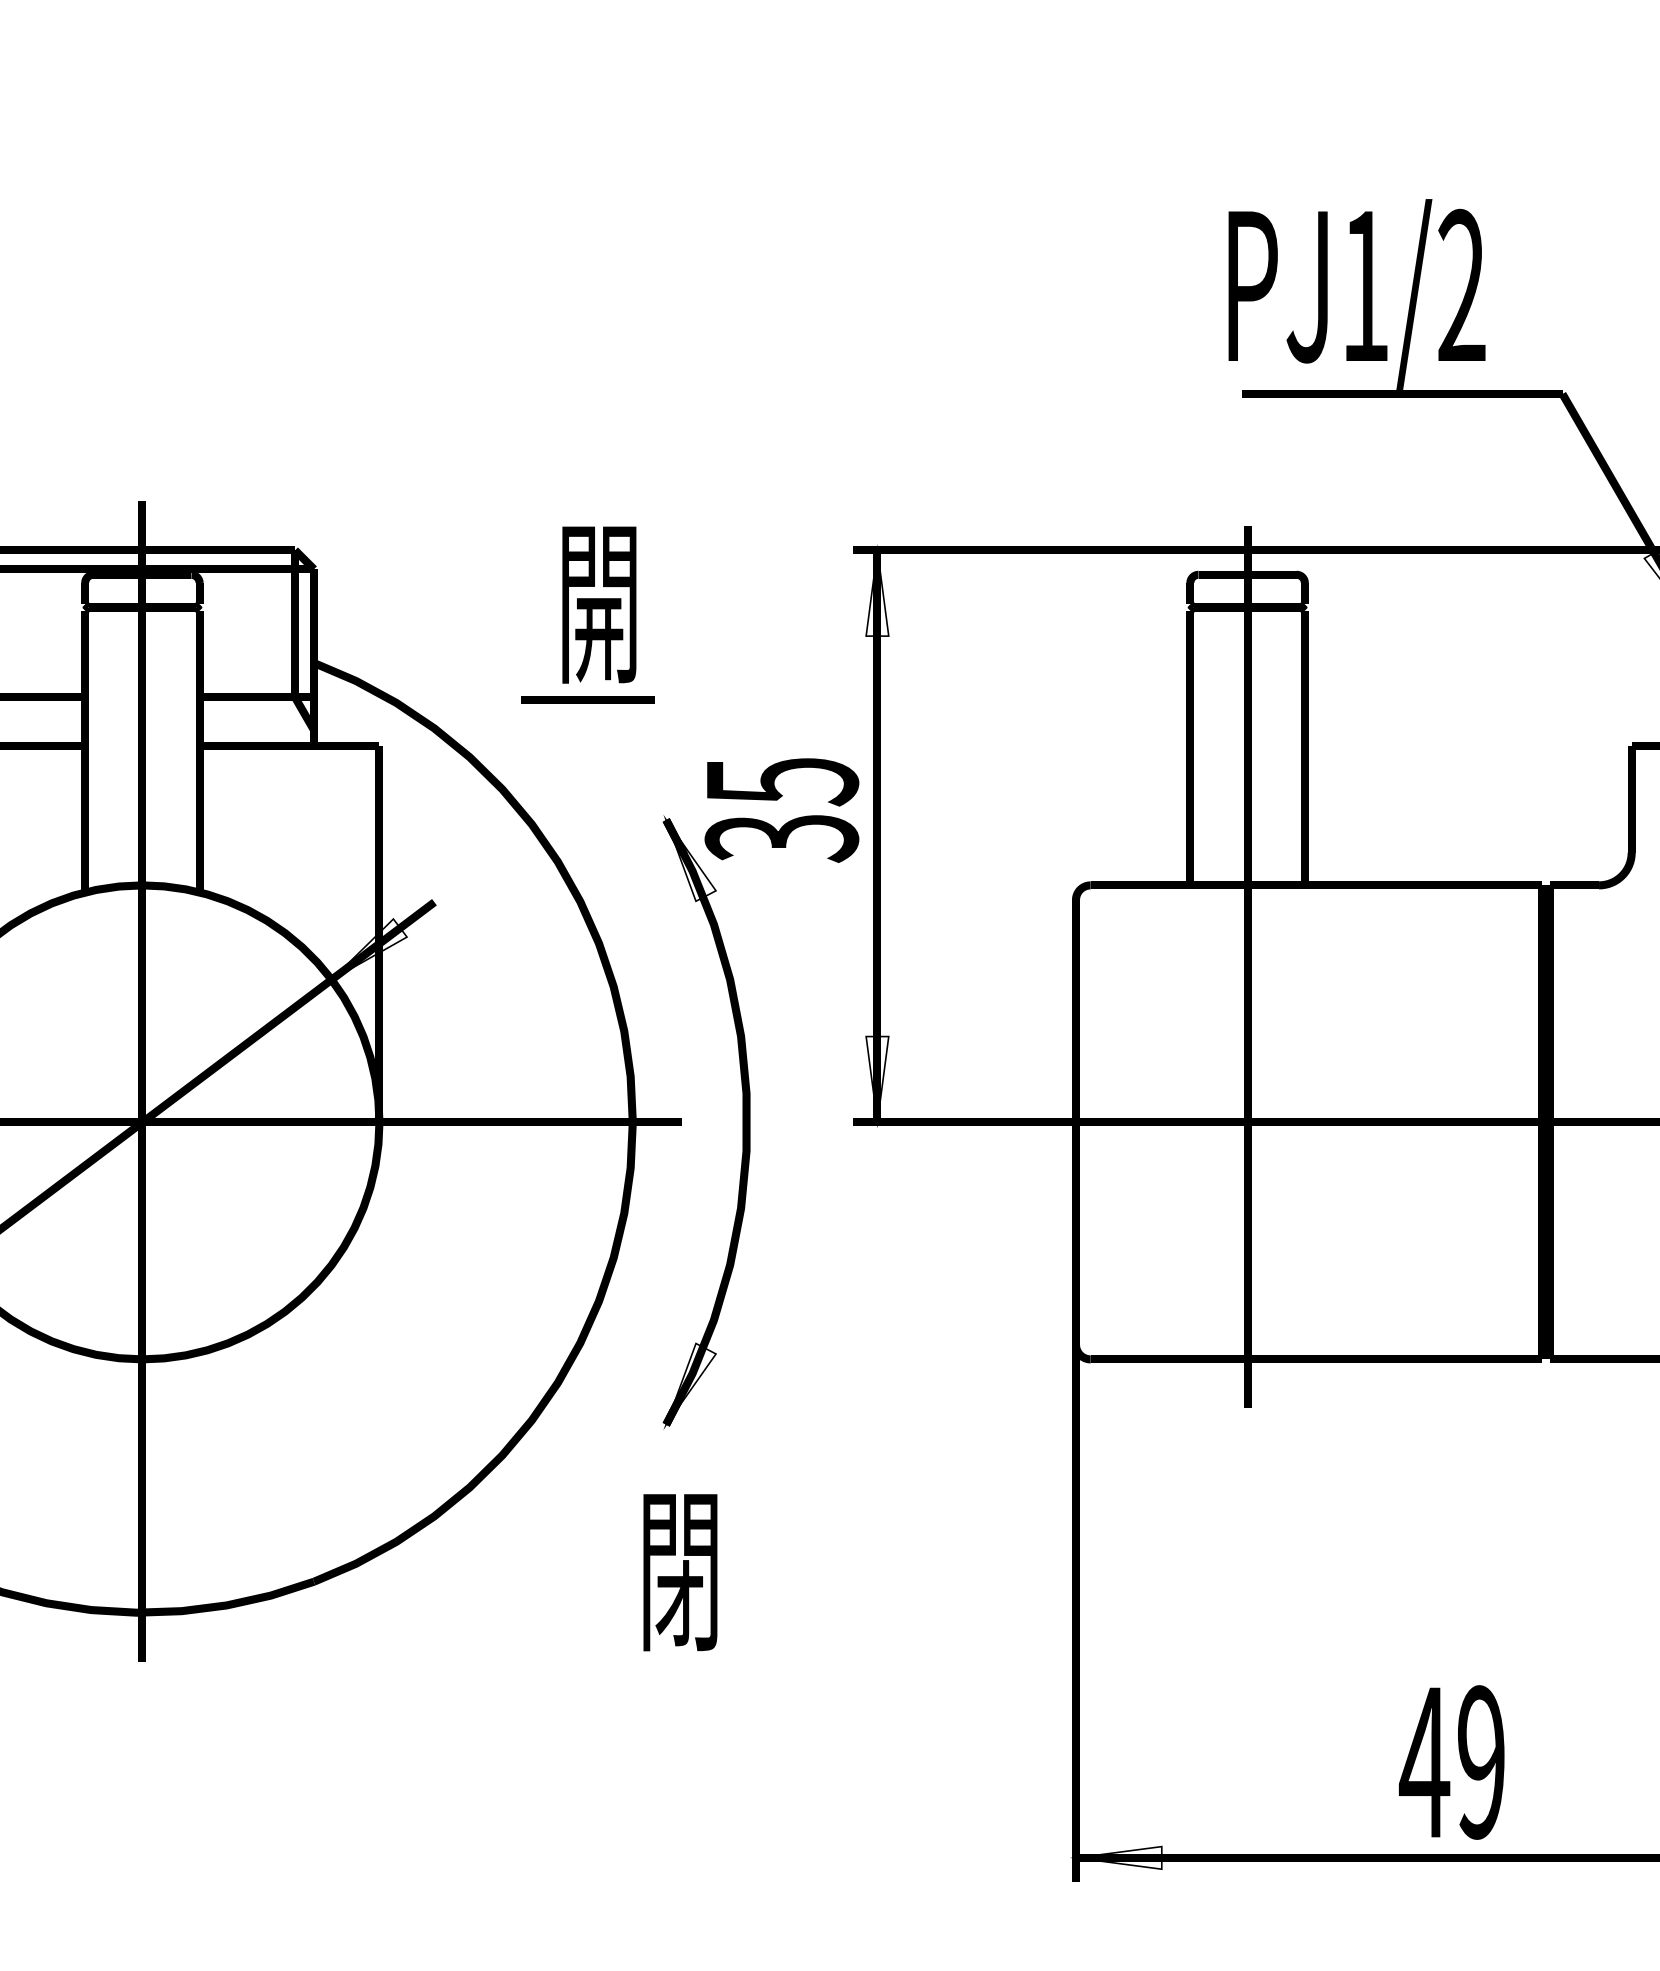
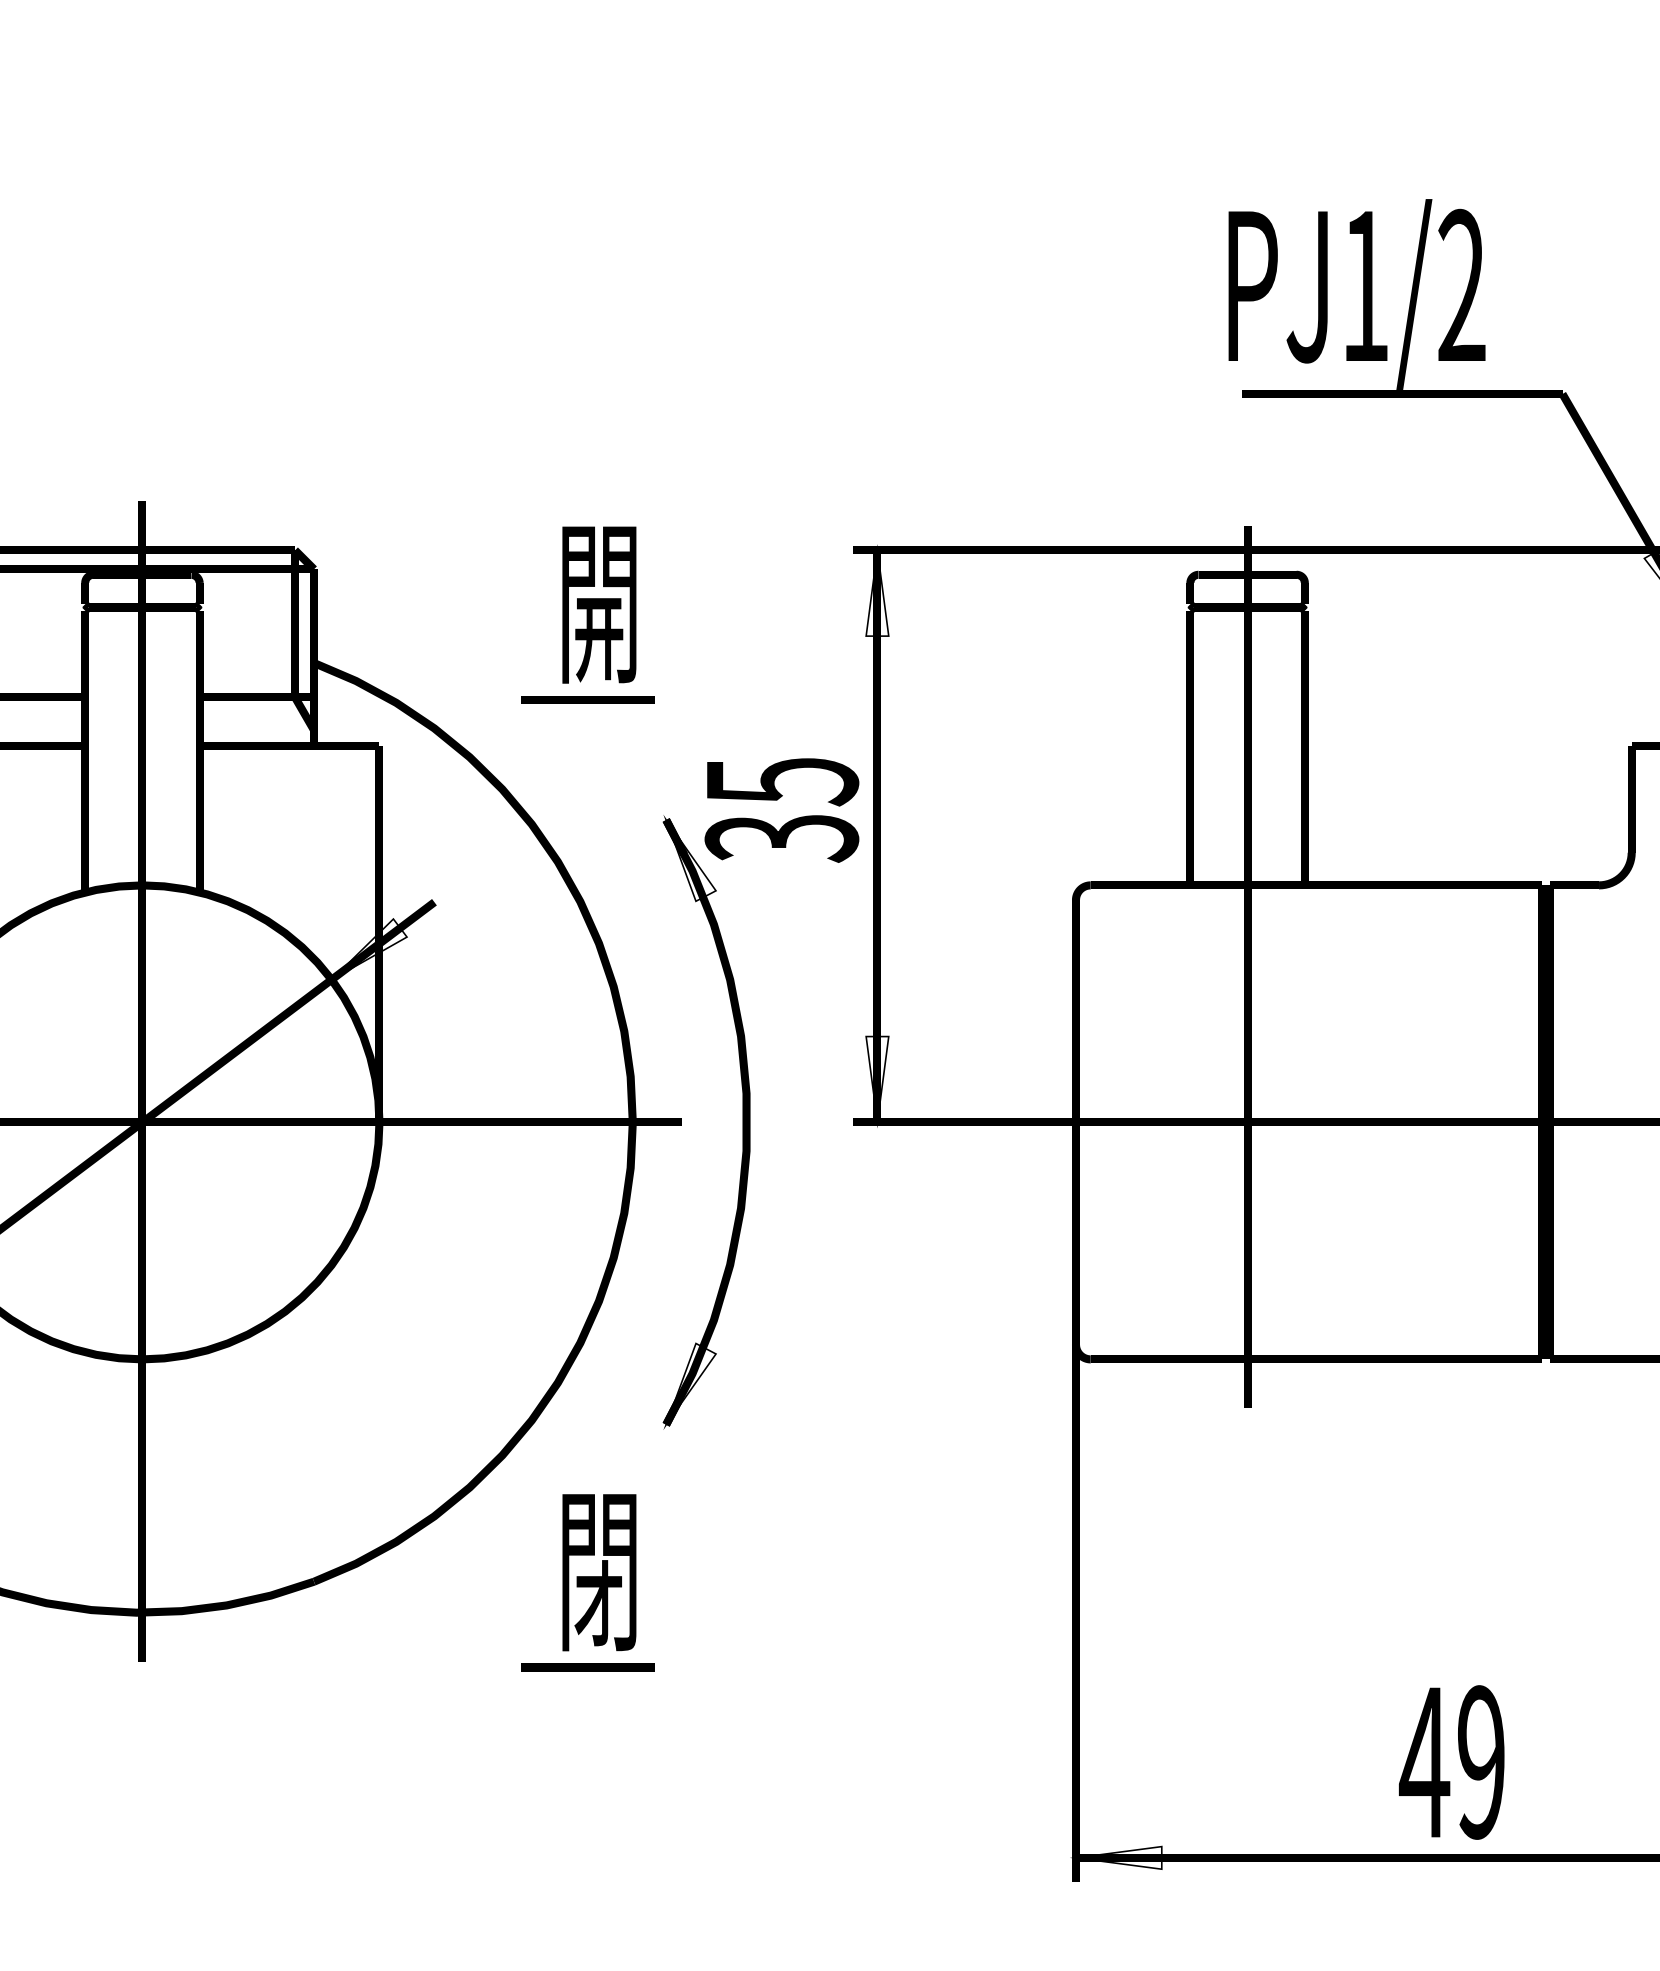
text at (680, 1572) position: (680, 1572) -> (599, 1572)
part at (587, 1667): none -> present
